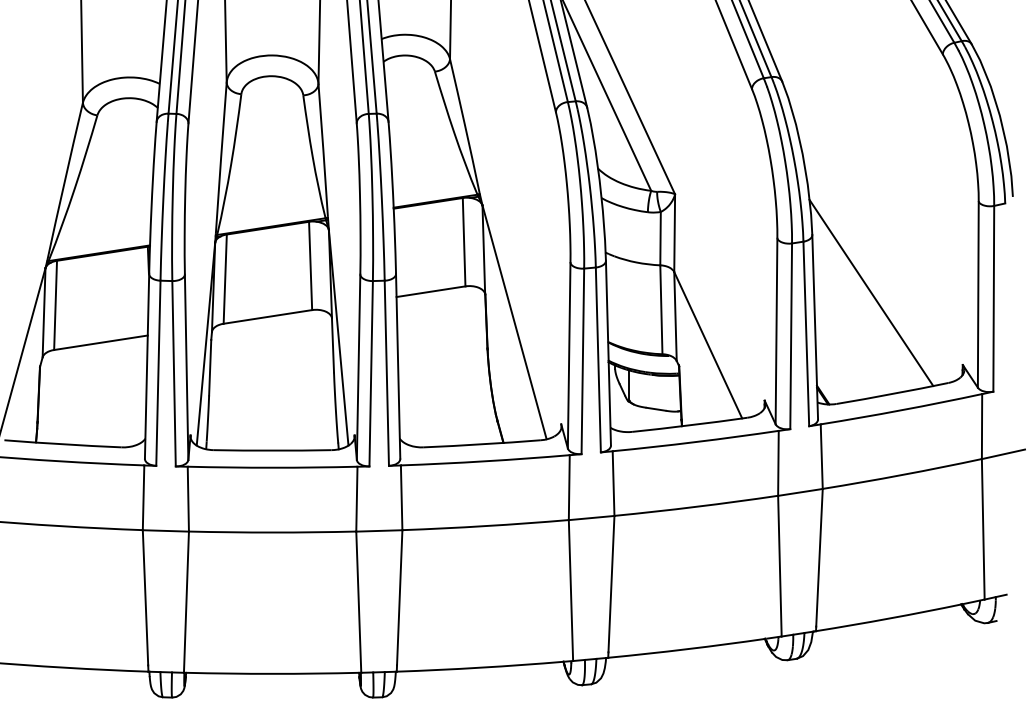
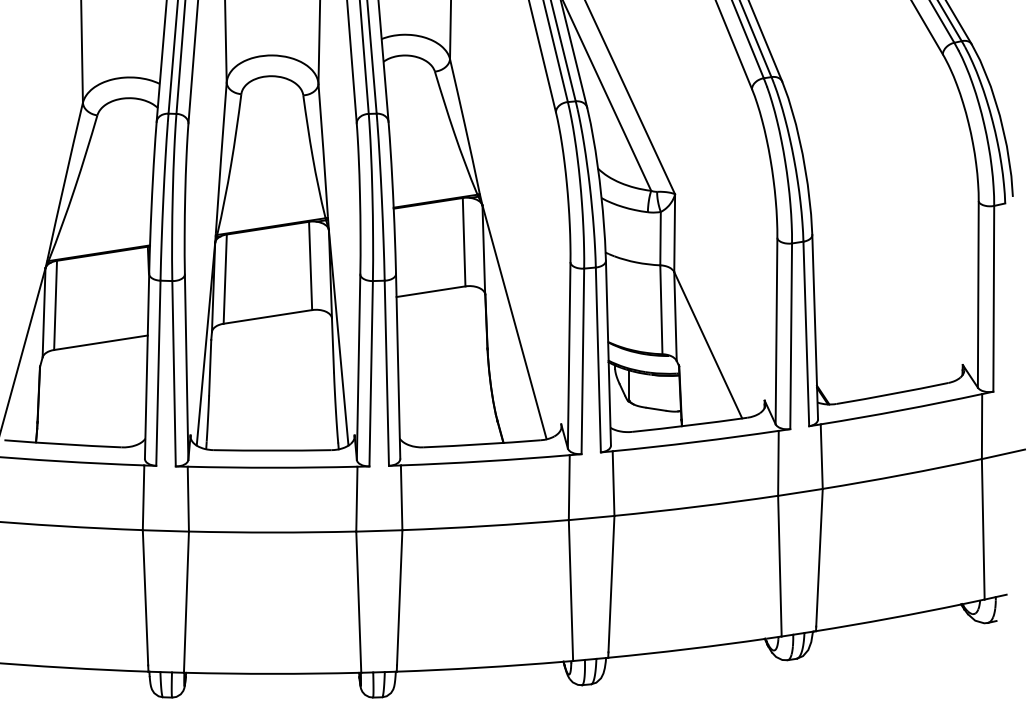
line at (871, 292): present -> none
